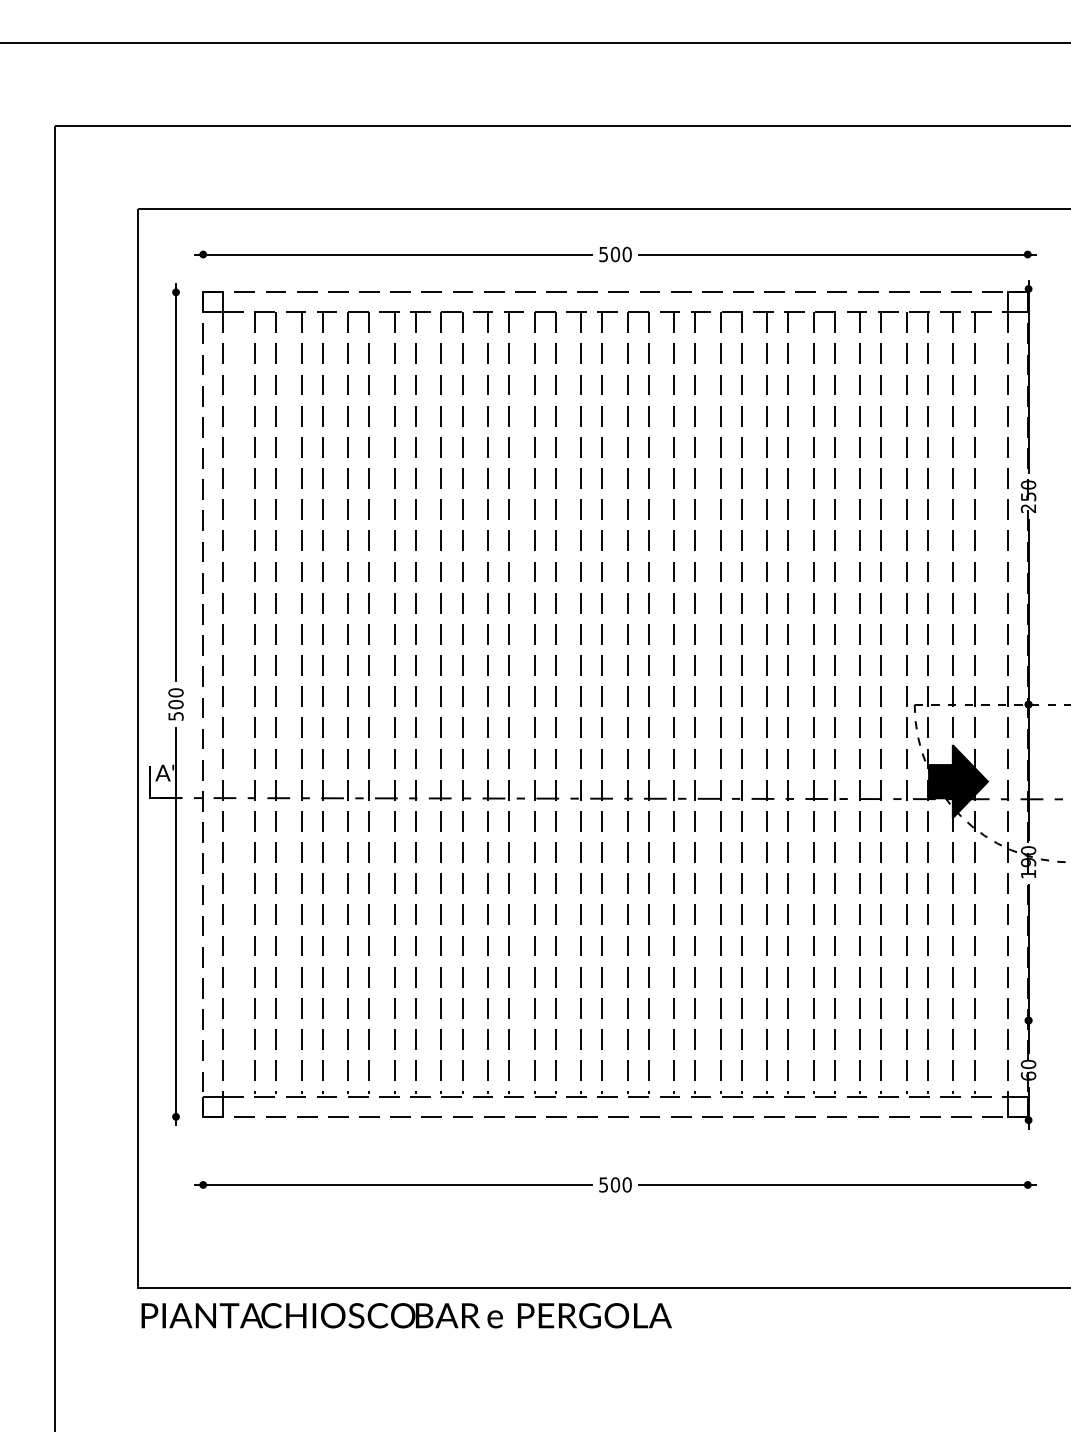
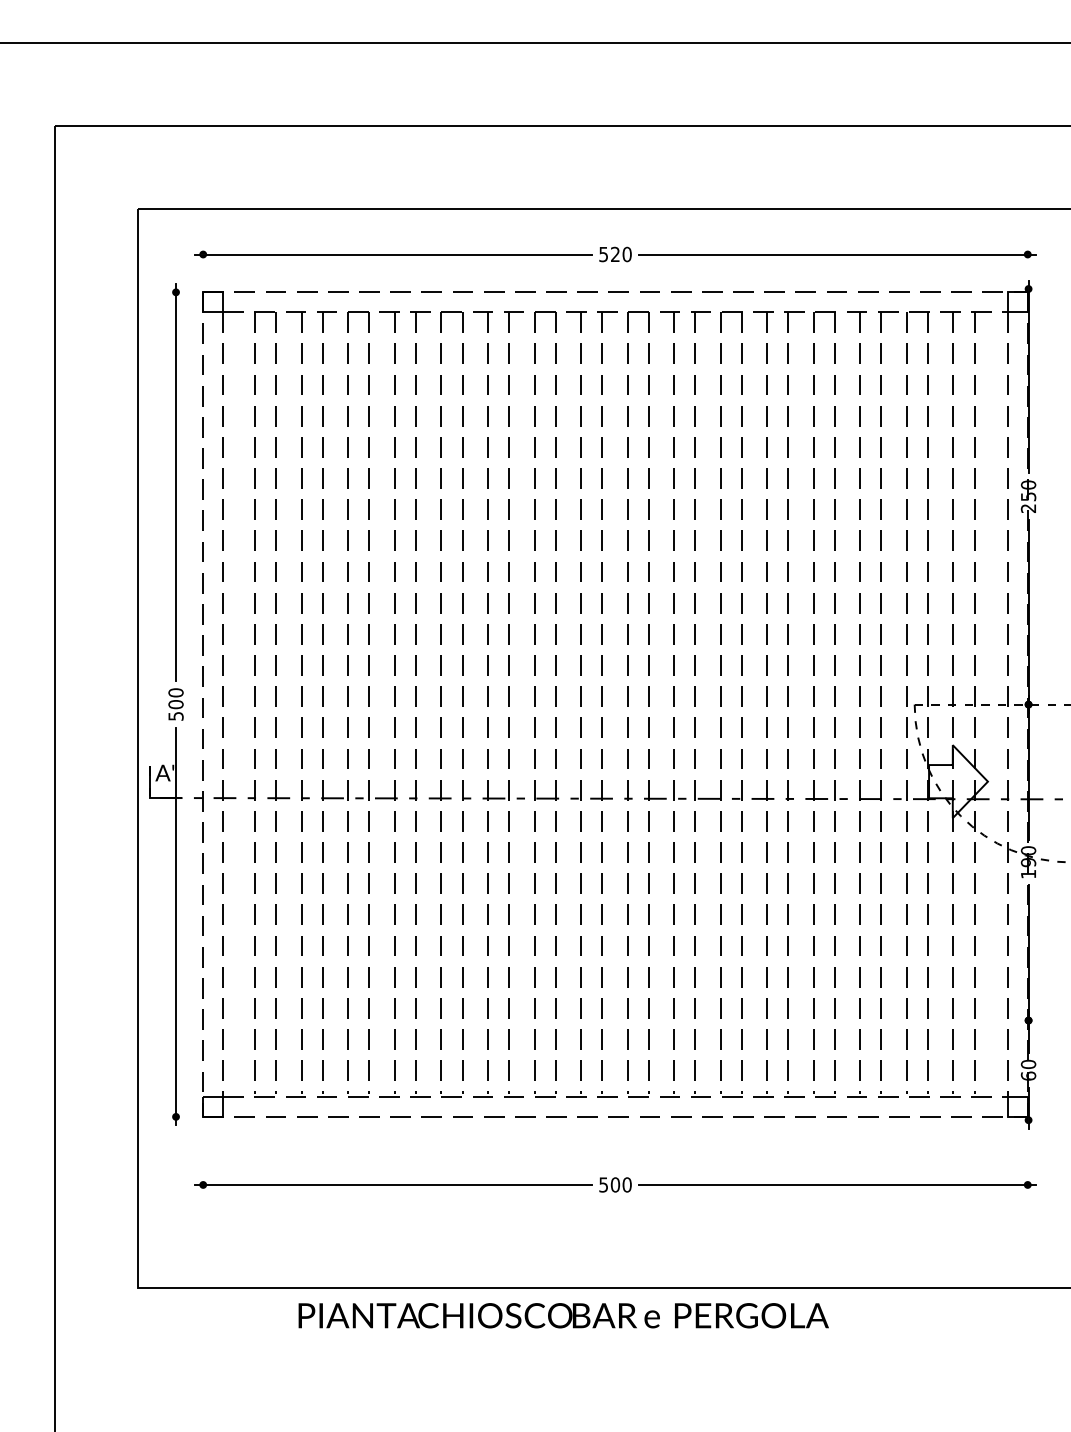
text at (615, 254): 500 -> 520
fill at (958, 781): present -> none
text at (406, 1315) position: (406, 1315) -> (563, 1315)
